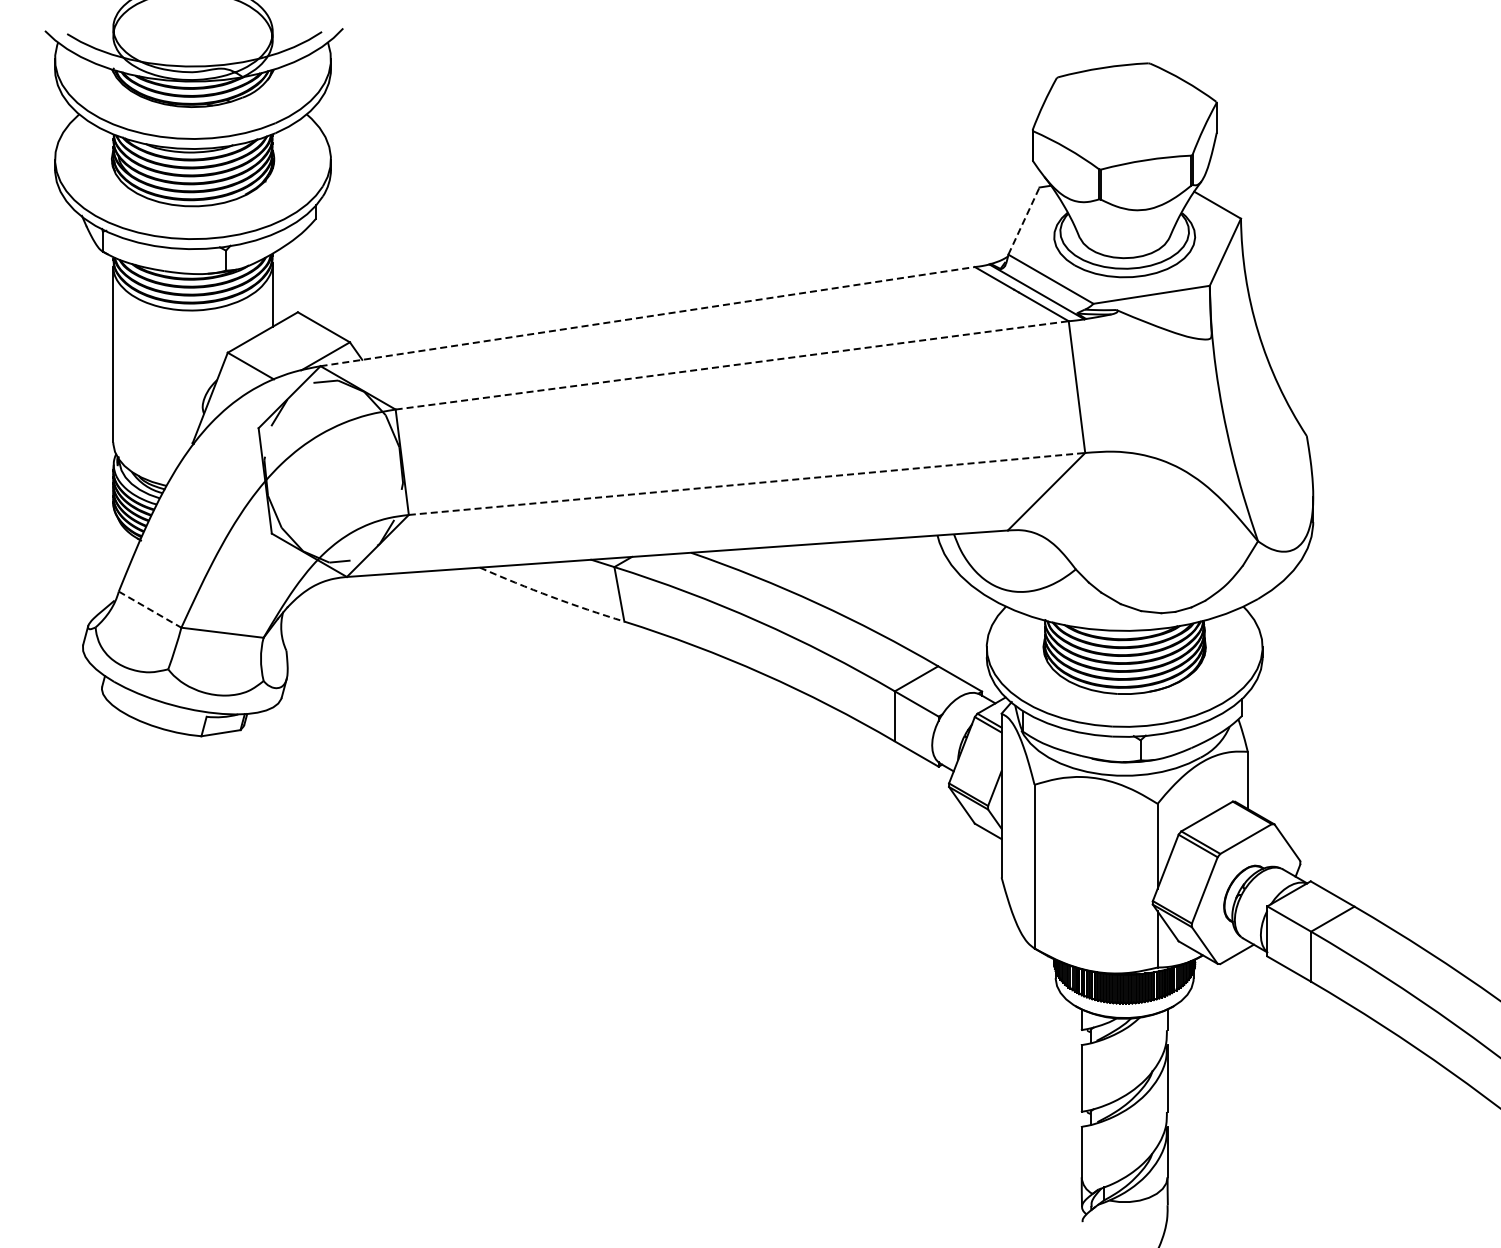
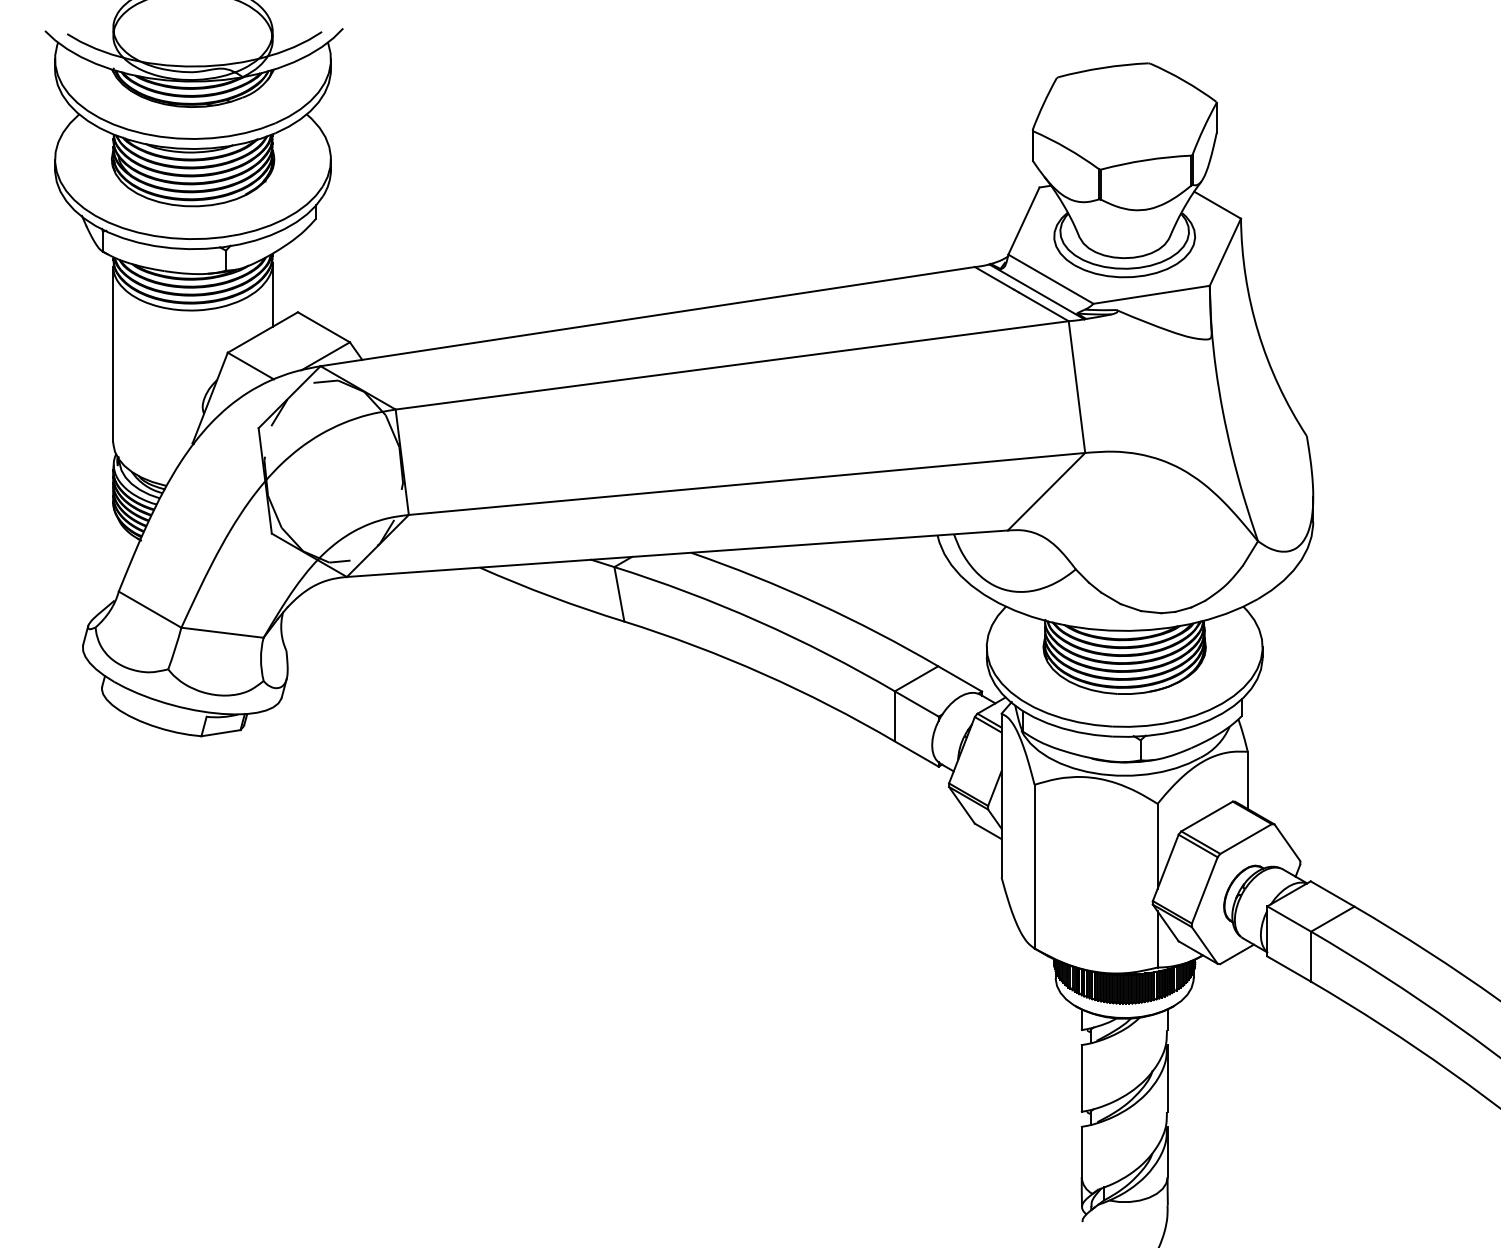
line at (1024, 220): dashed -> solid
line at (647, 316): dashed -> solid
line at (732, 365): dashed -> solid
line at (747, 483): dashed -> solid
arc at (551, 596): dashed -> solid
line at (150, 609): dashed -> solid
